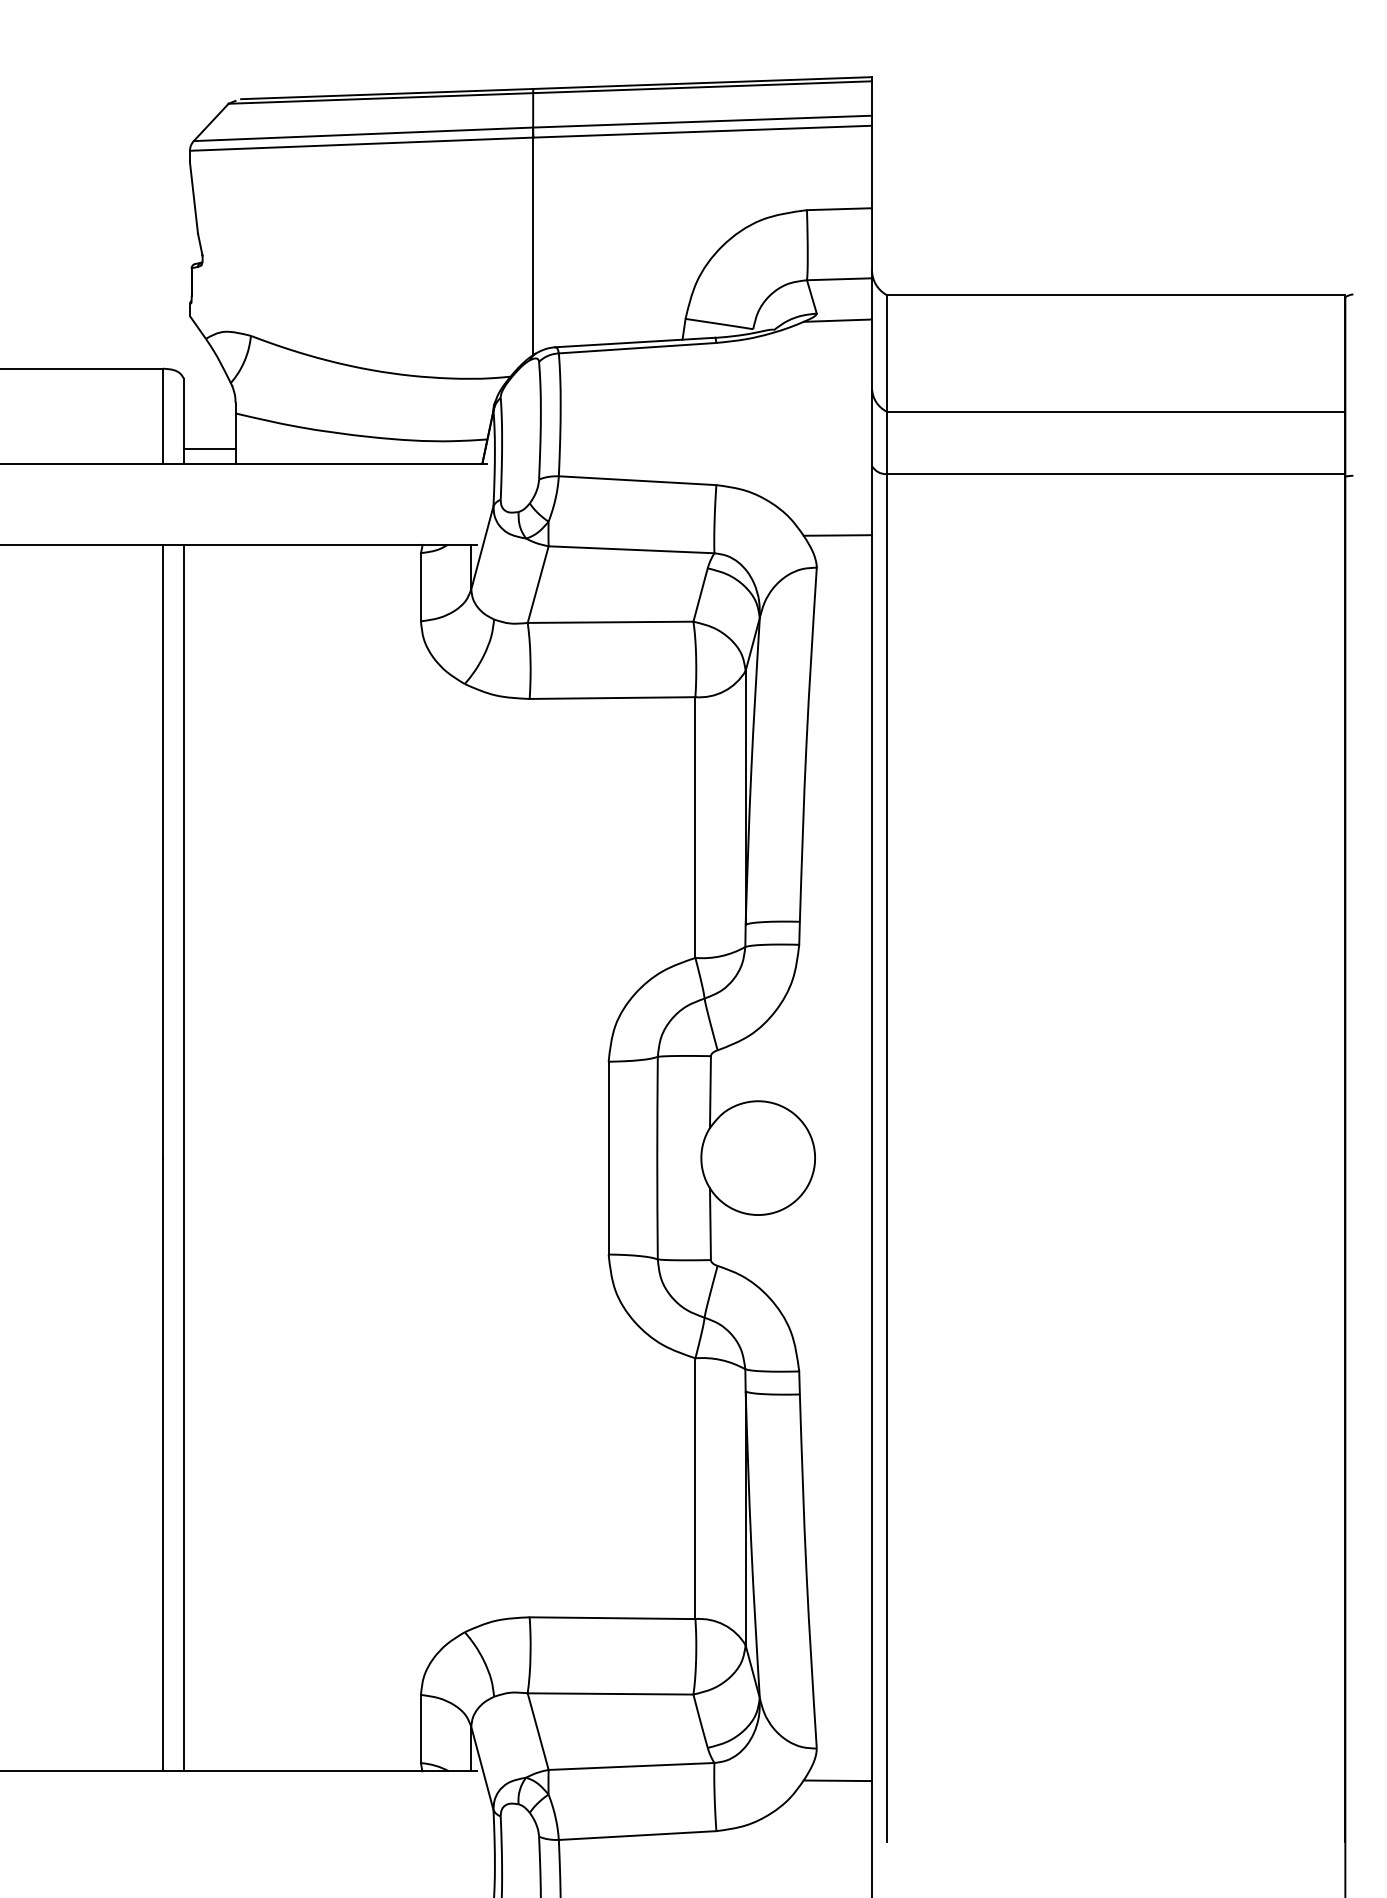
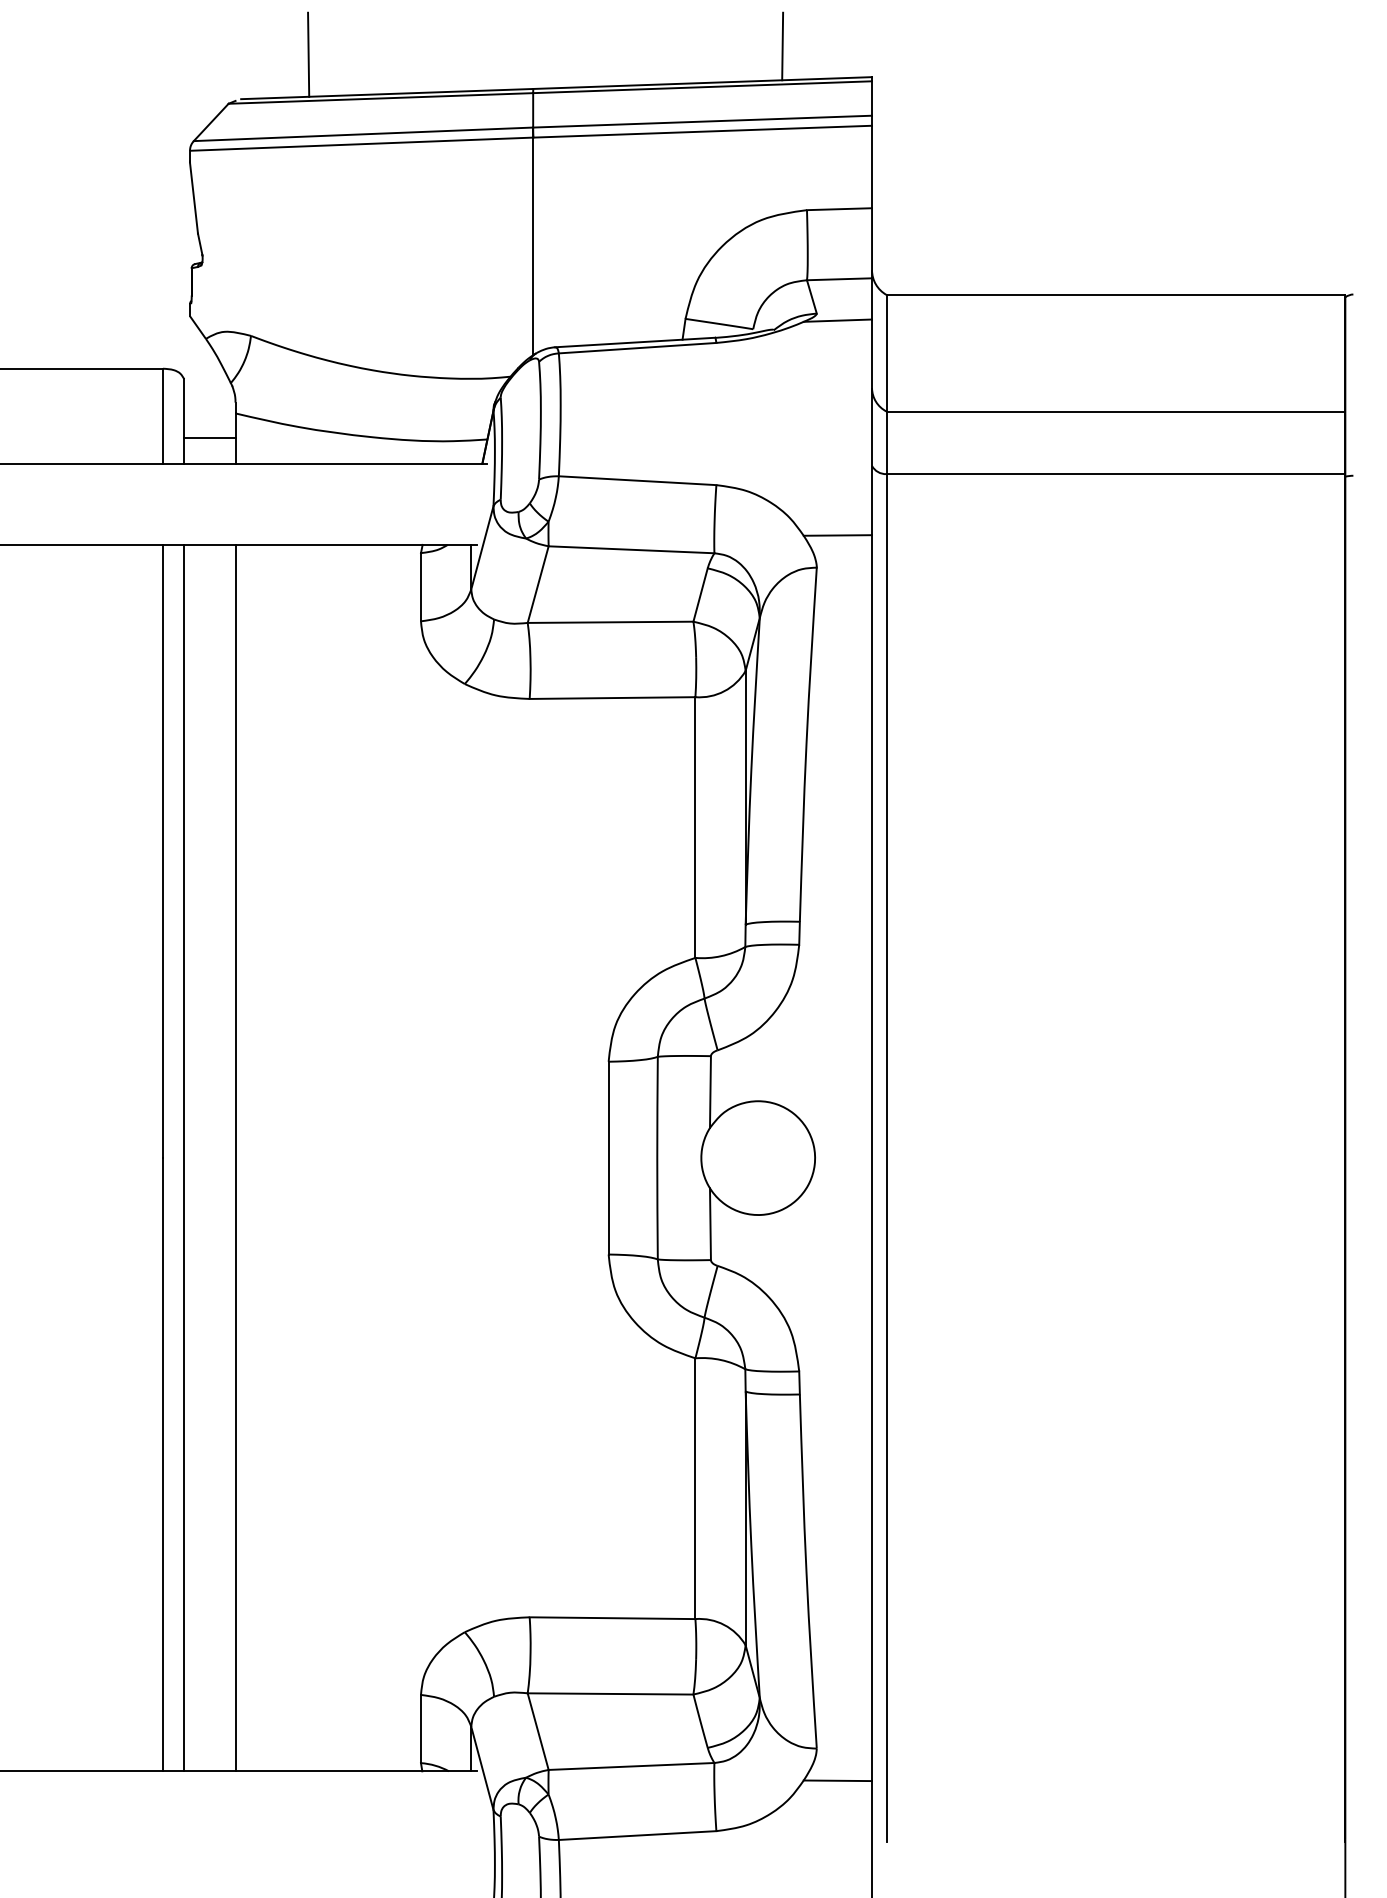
line at (782, 46): none -> present
line at (308, 54): none -> present
line at (209, 449) position: (209, 449) -> (209, 438)
line at (235, 1157): none -> present
